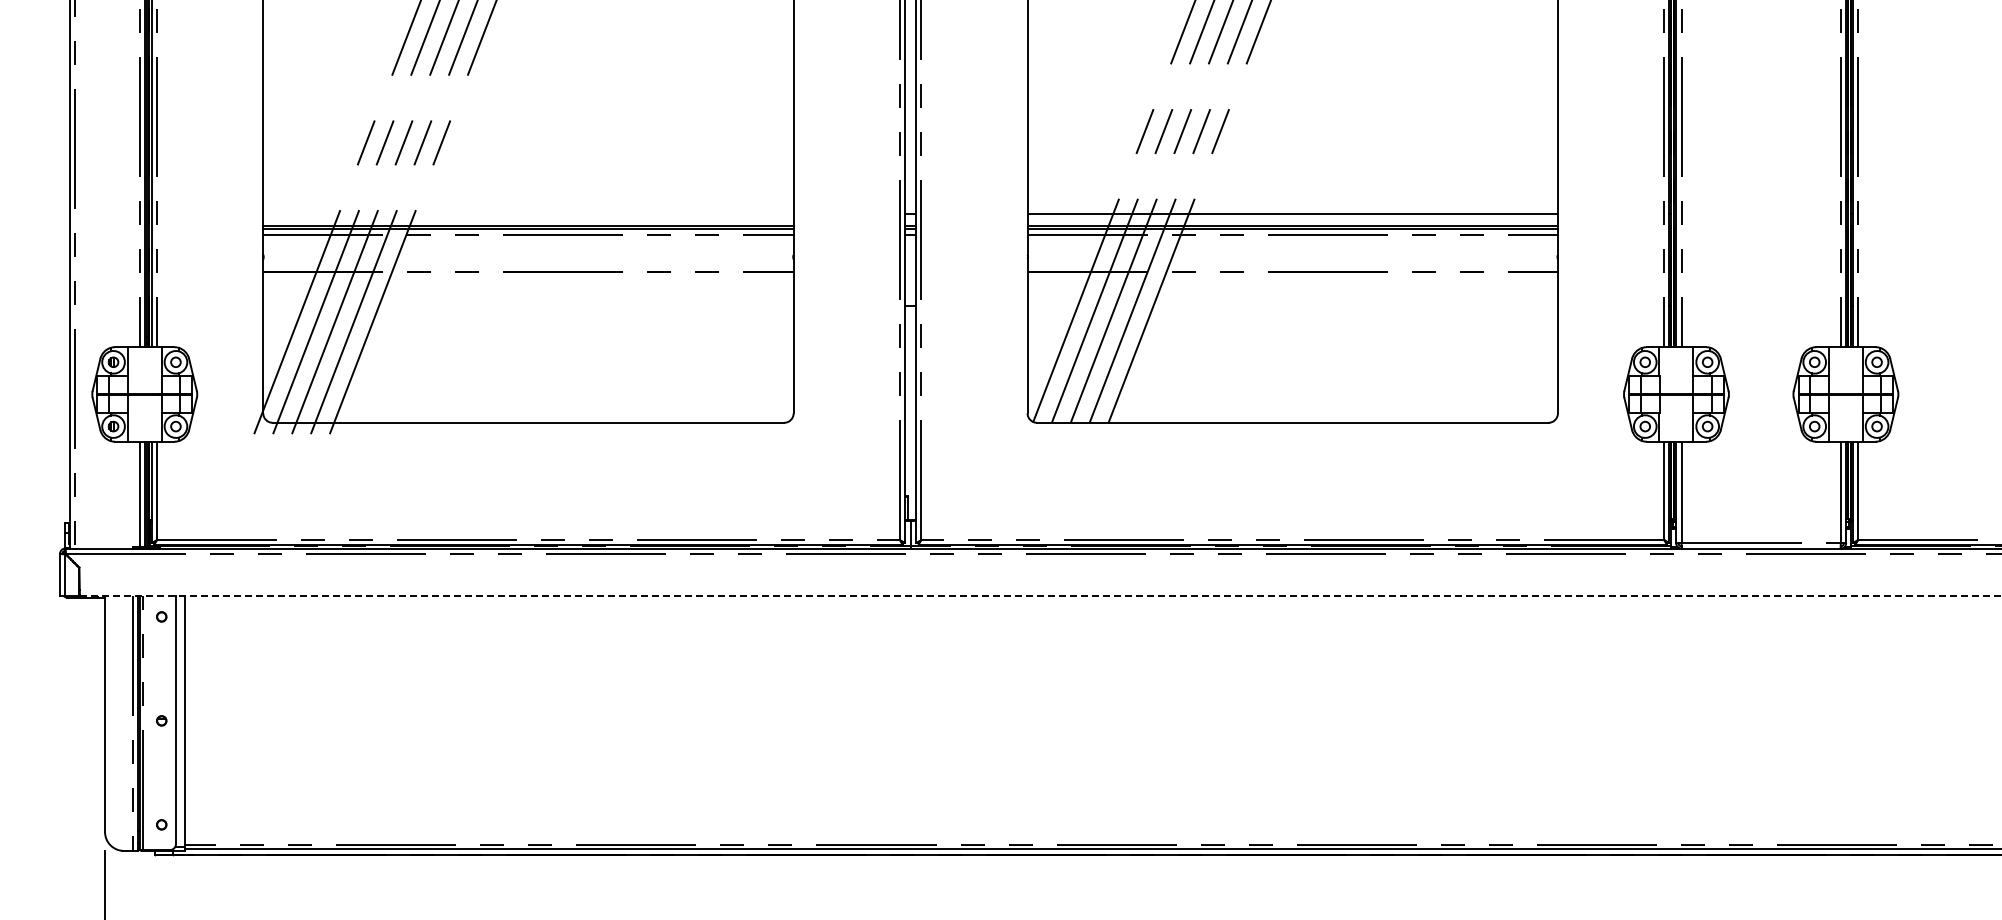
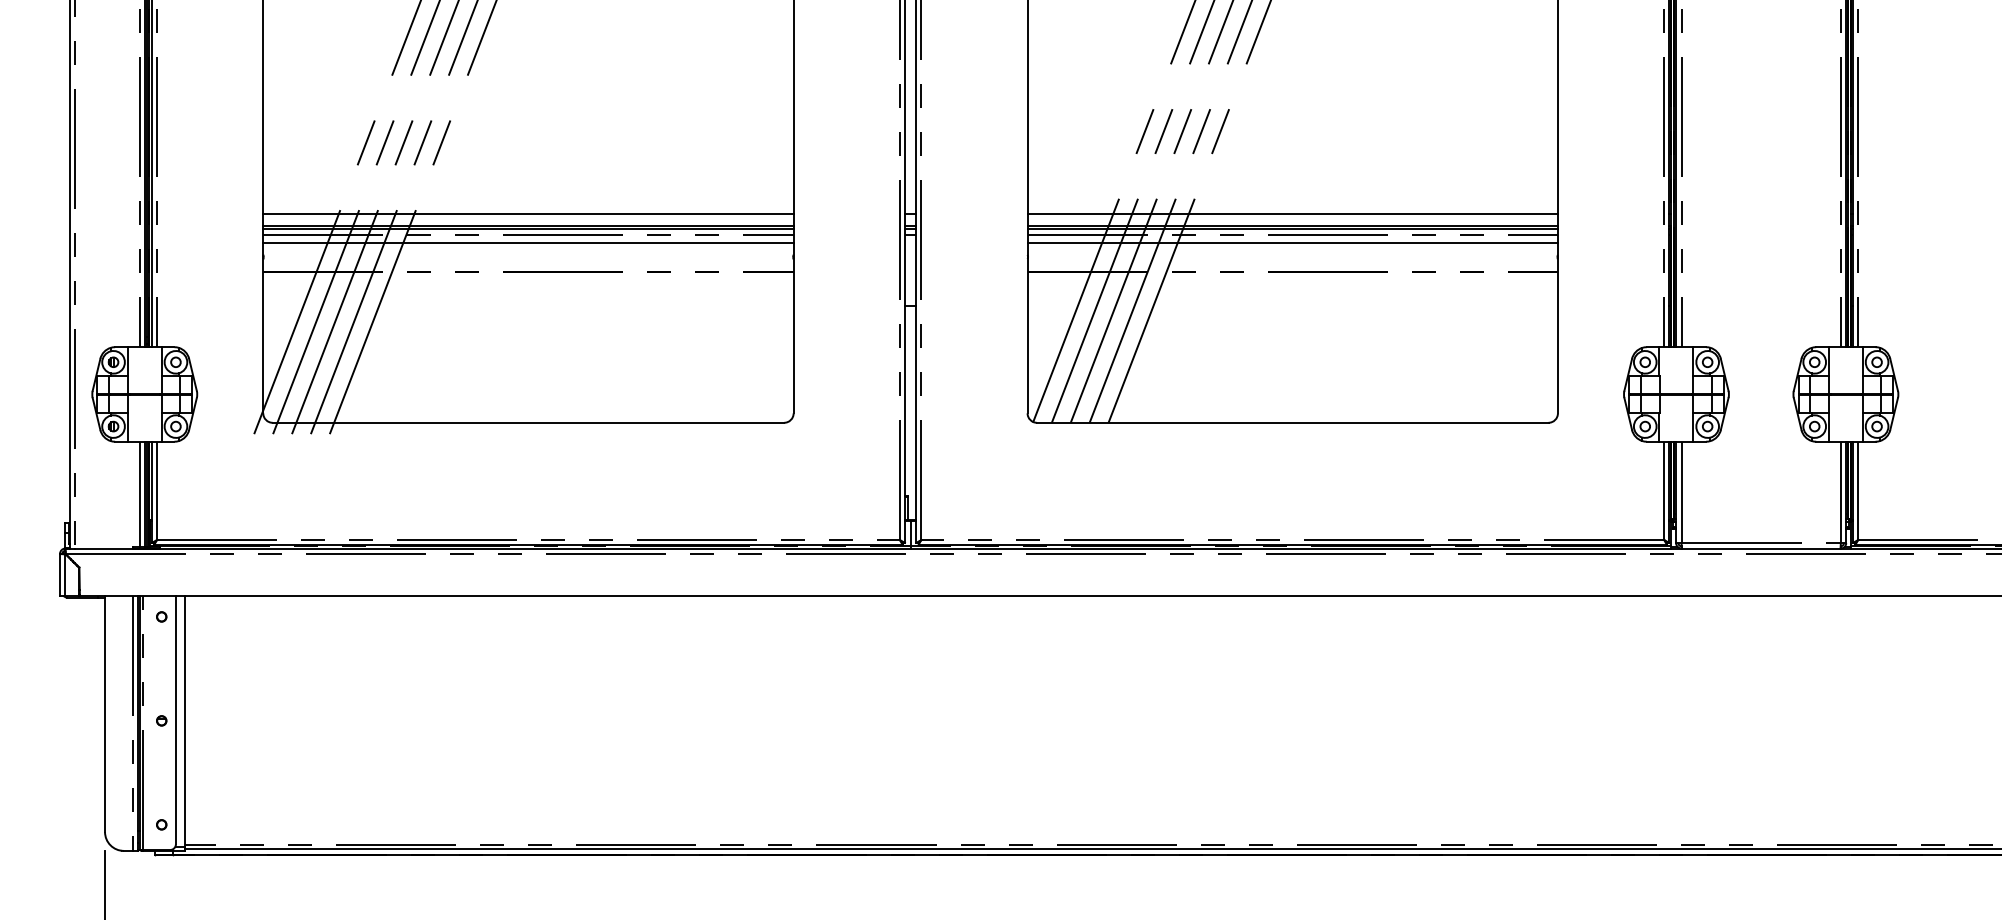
line at (528, 214): none -> present
line at (528, 242): none -> present
line at (1292, 242): none -> present
line at (1040, 595): dashed -> solid
